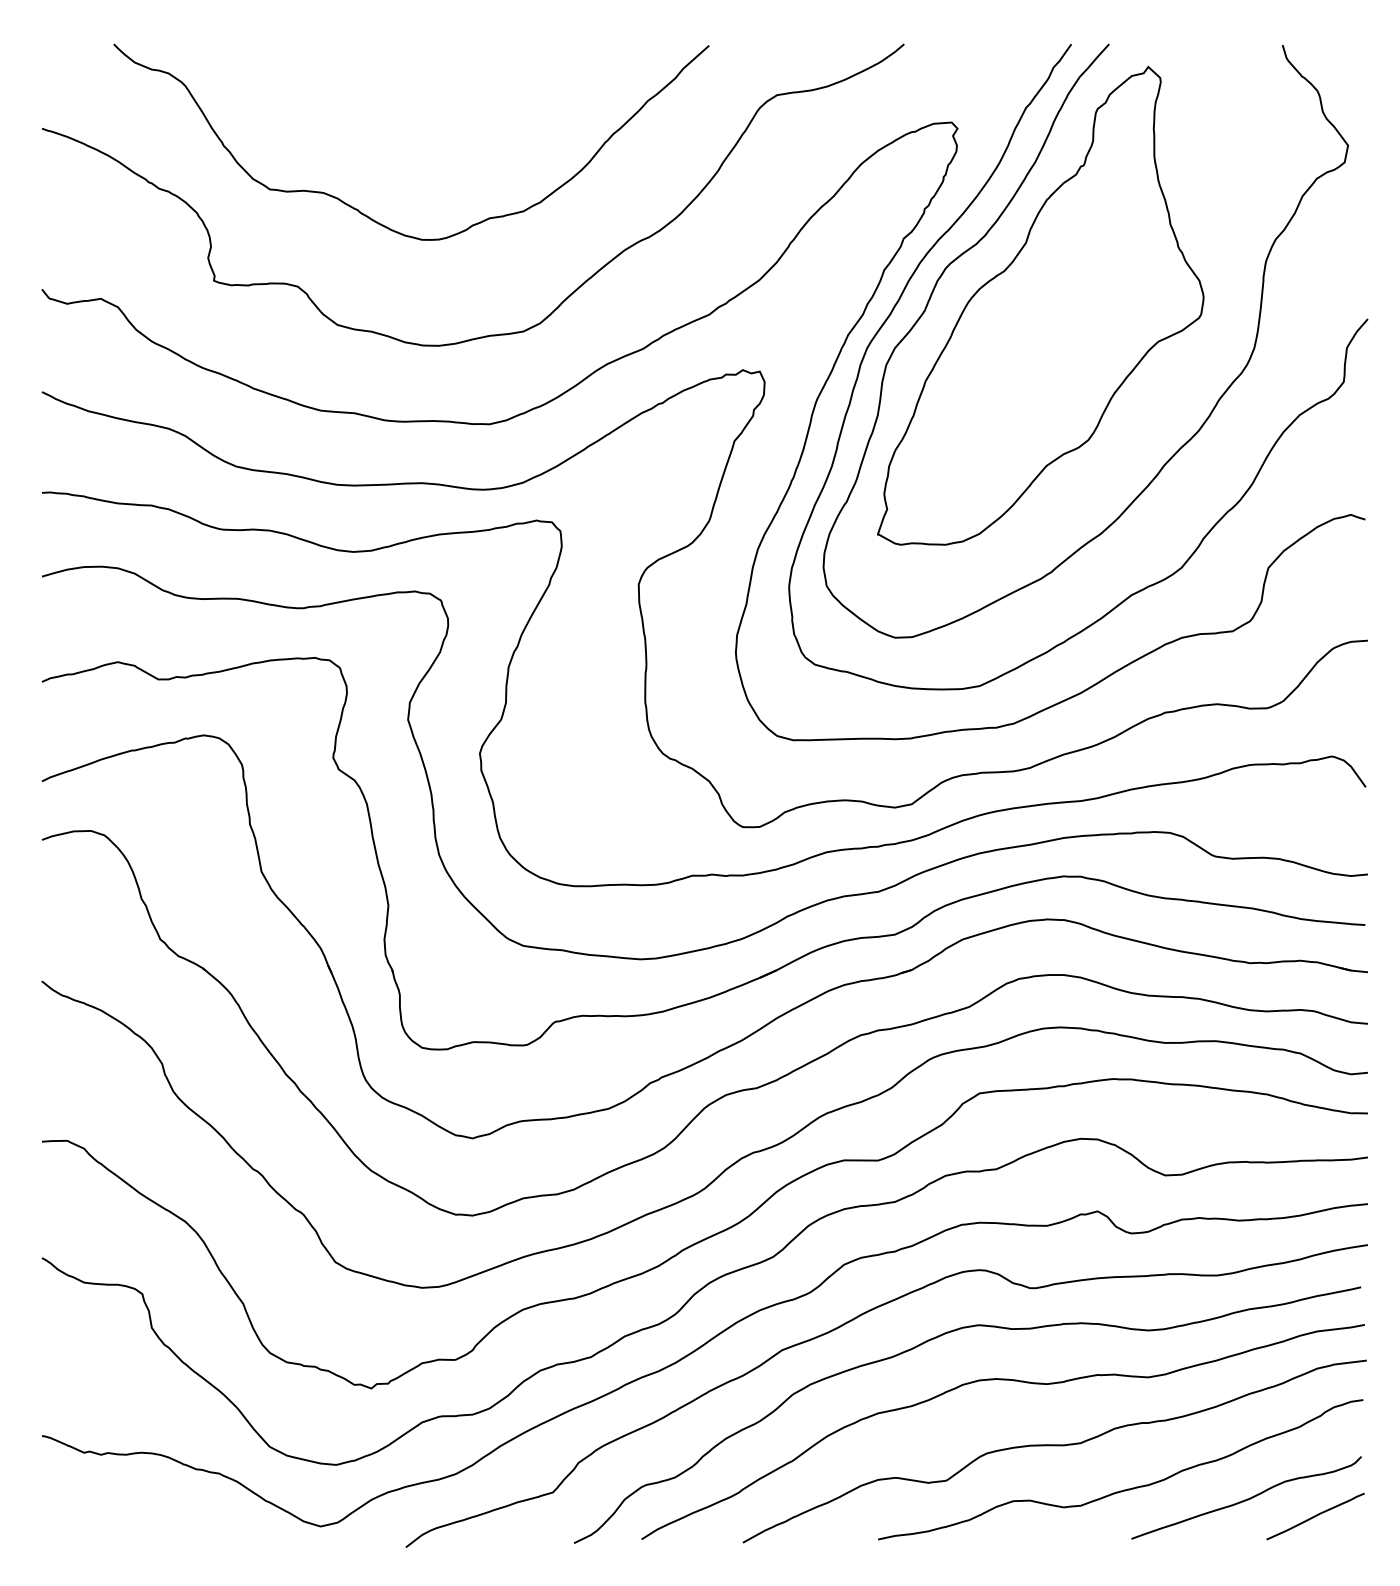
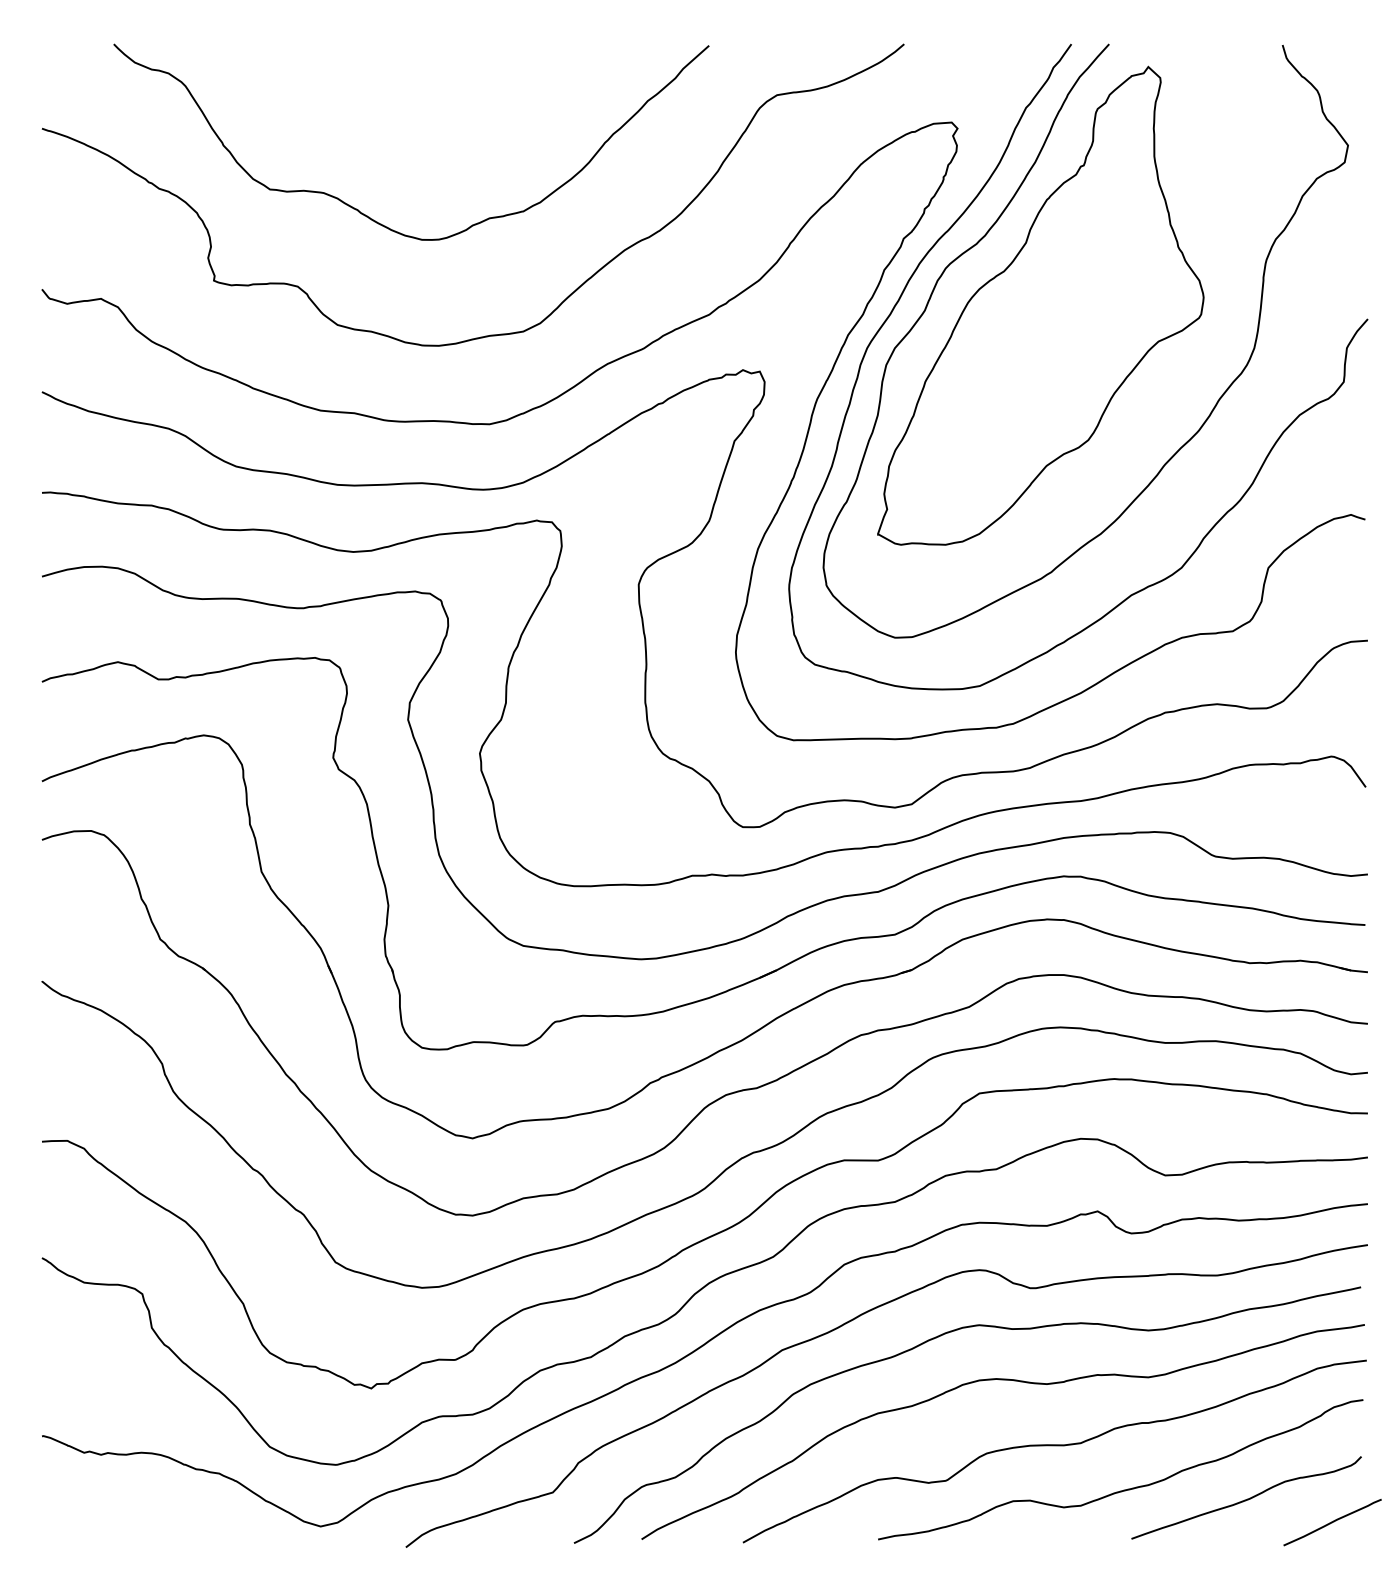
line at (1315, 1516) position: (1315, 1516) -> (1332, 1522)
